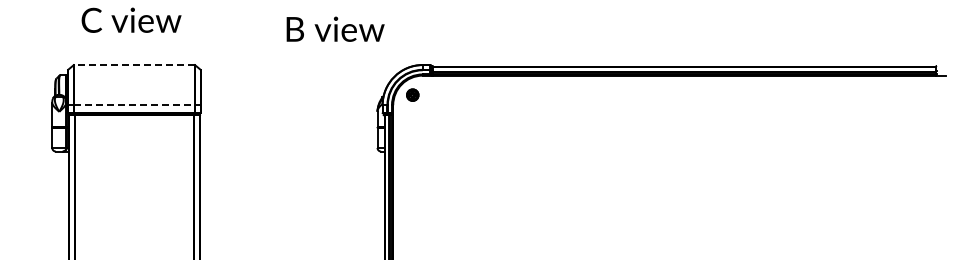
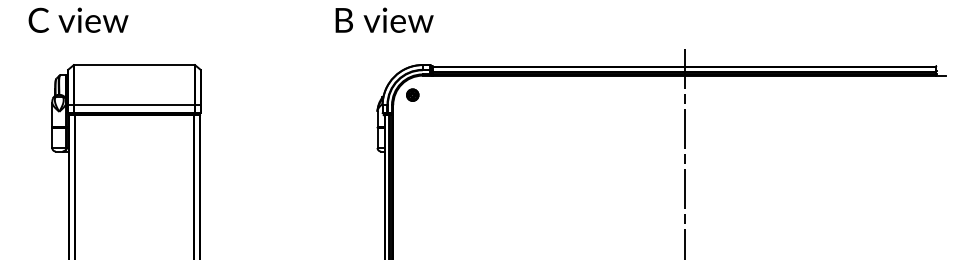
text at (131, 19) position: (131, 19) -> (78, 19)
text at (335, 28) position: (335, 28) -> (384, 19)
line at (133, 64): dashed -> solid
line at (134, 105): dashed -> solid
line at (684, 152): none -> present
